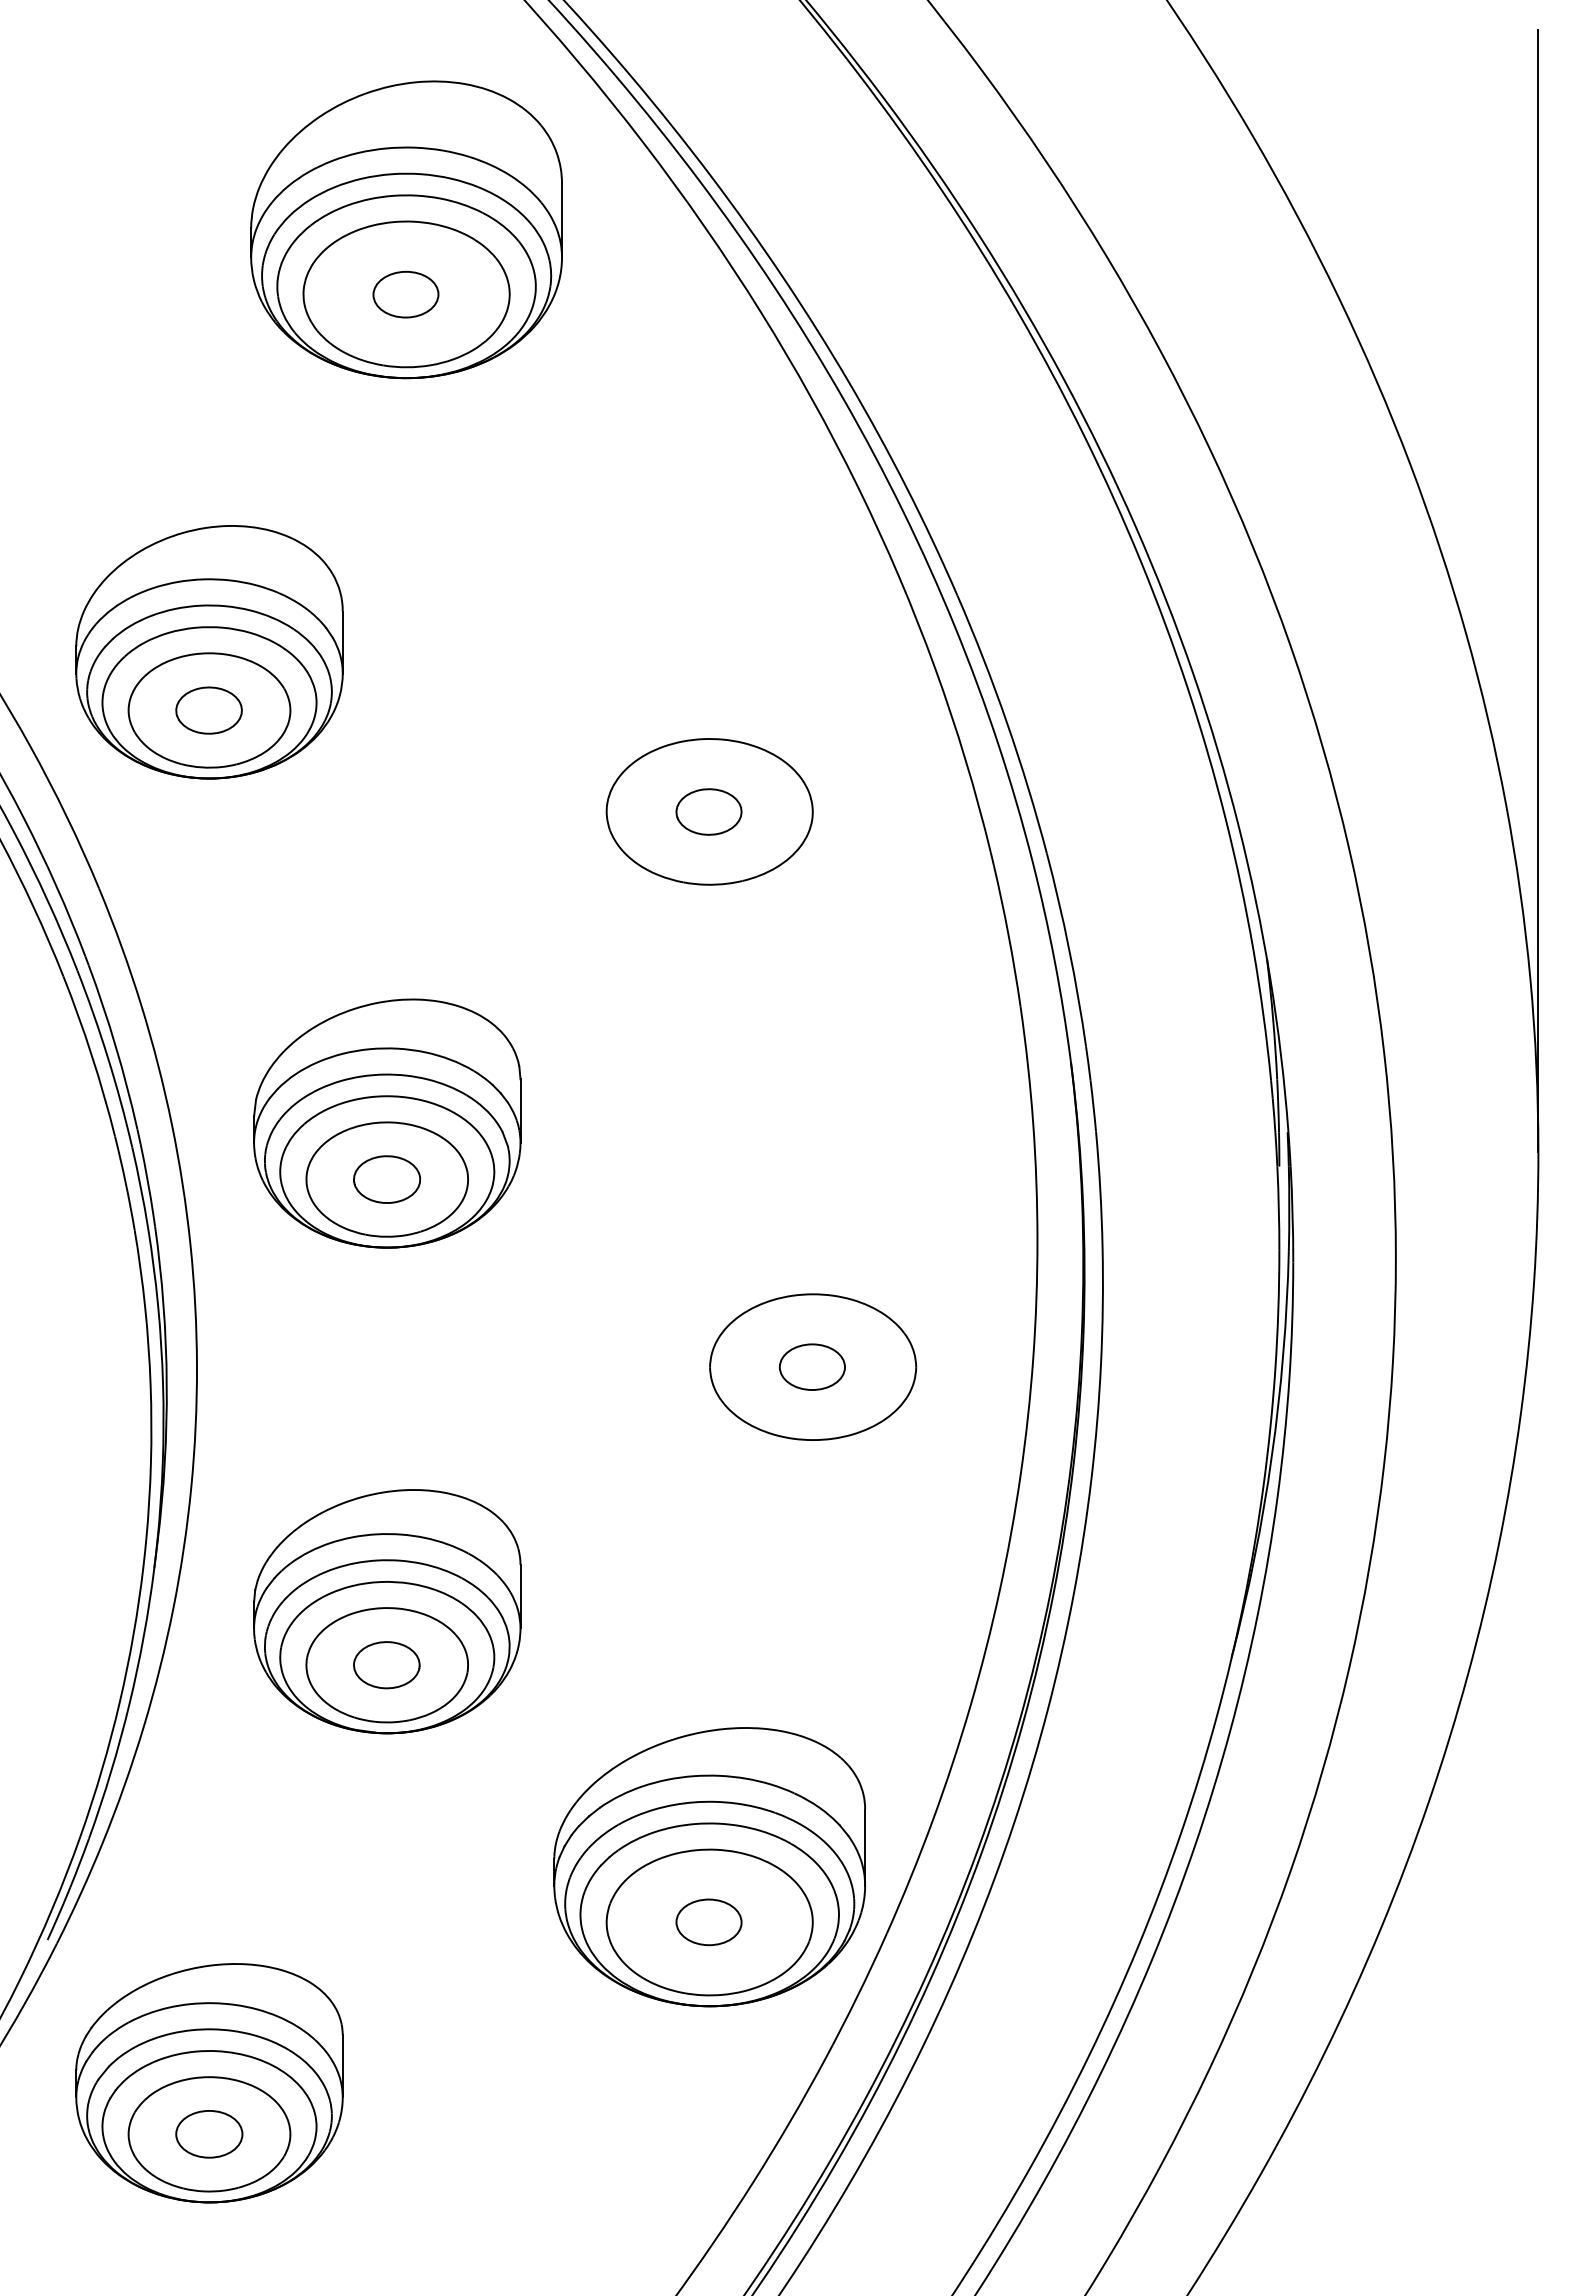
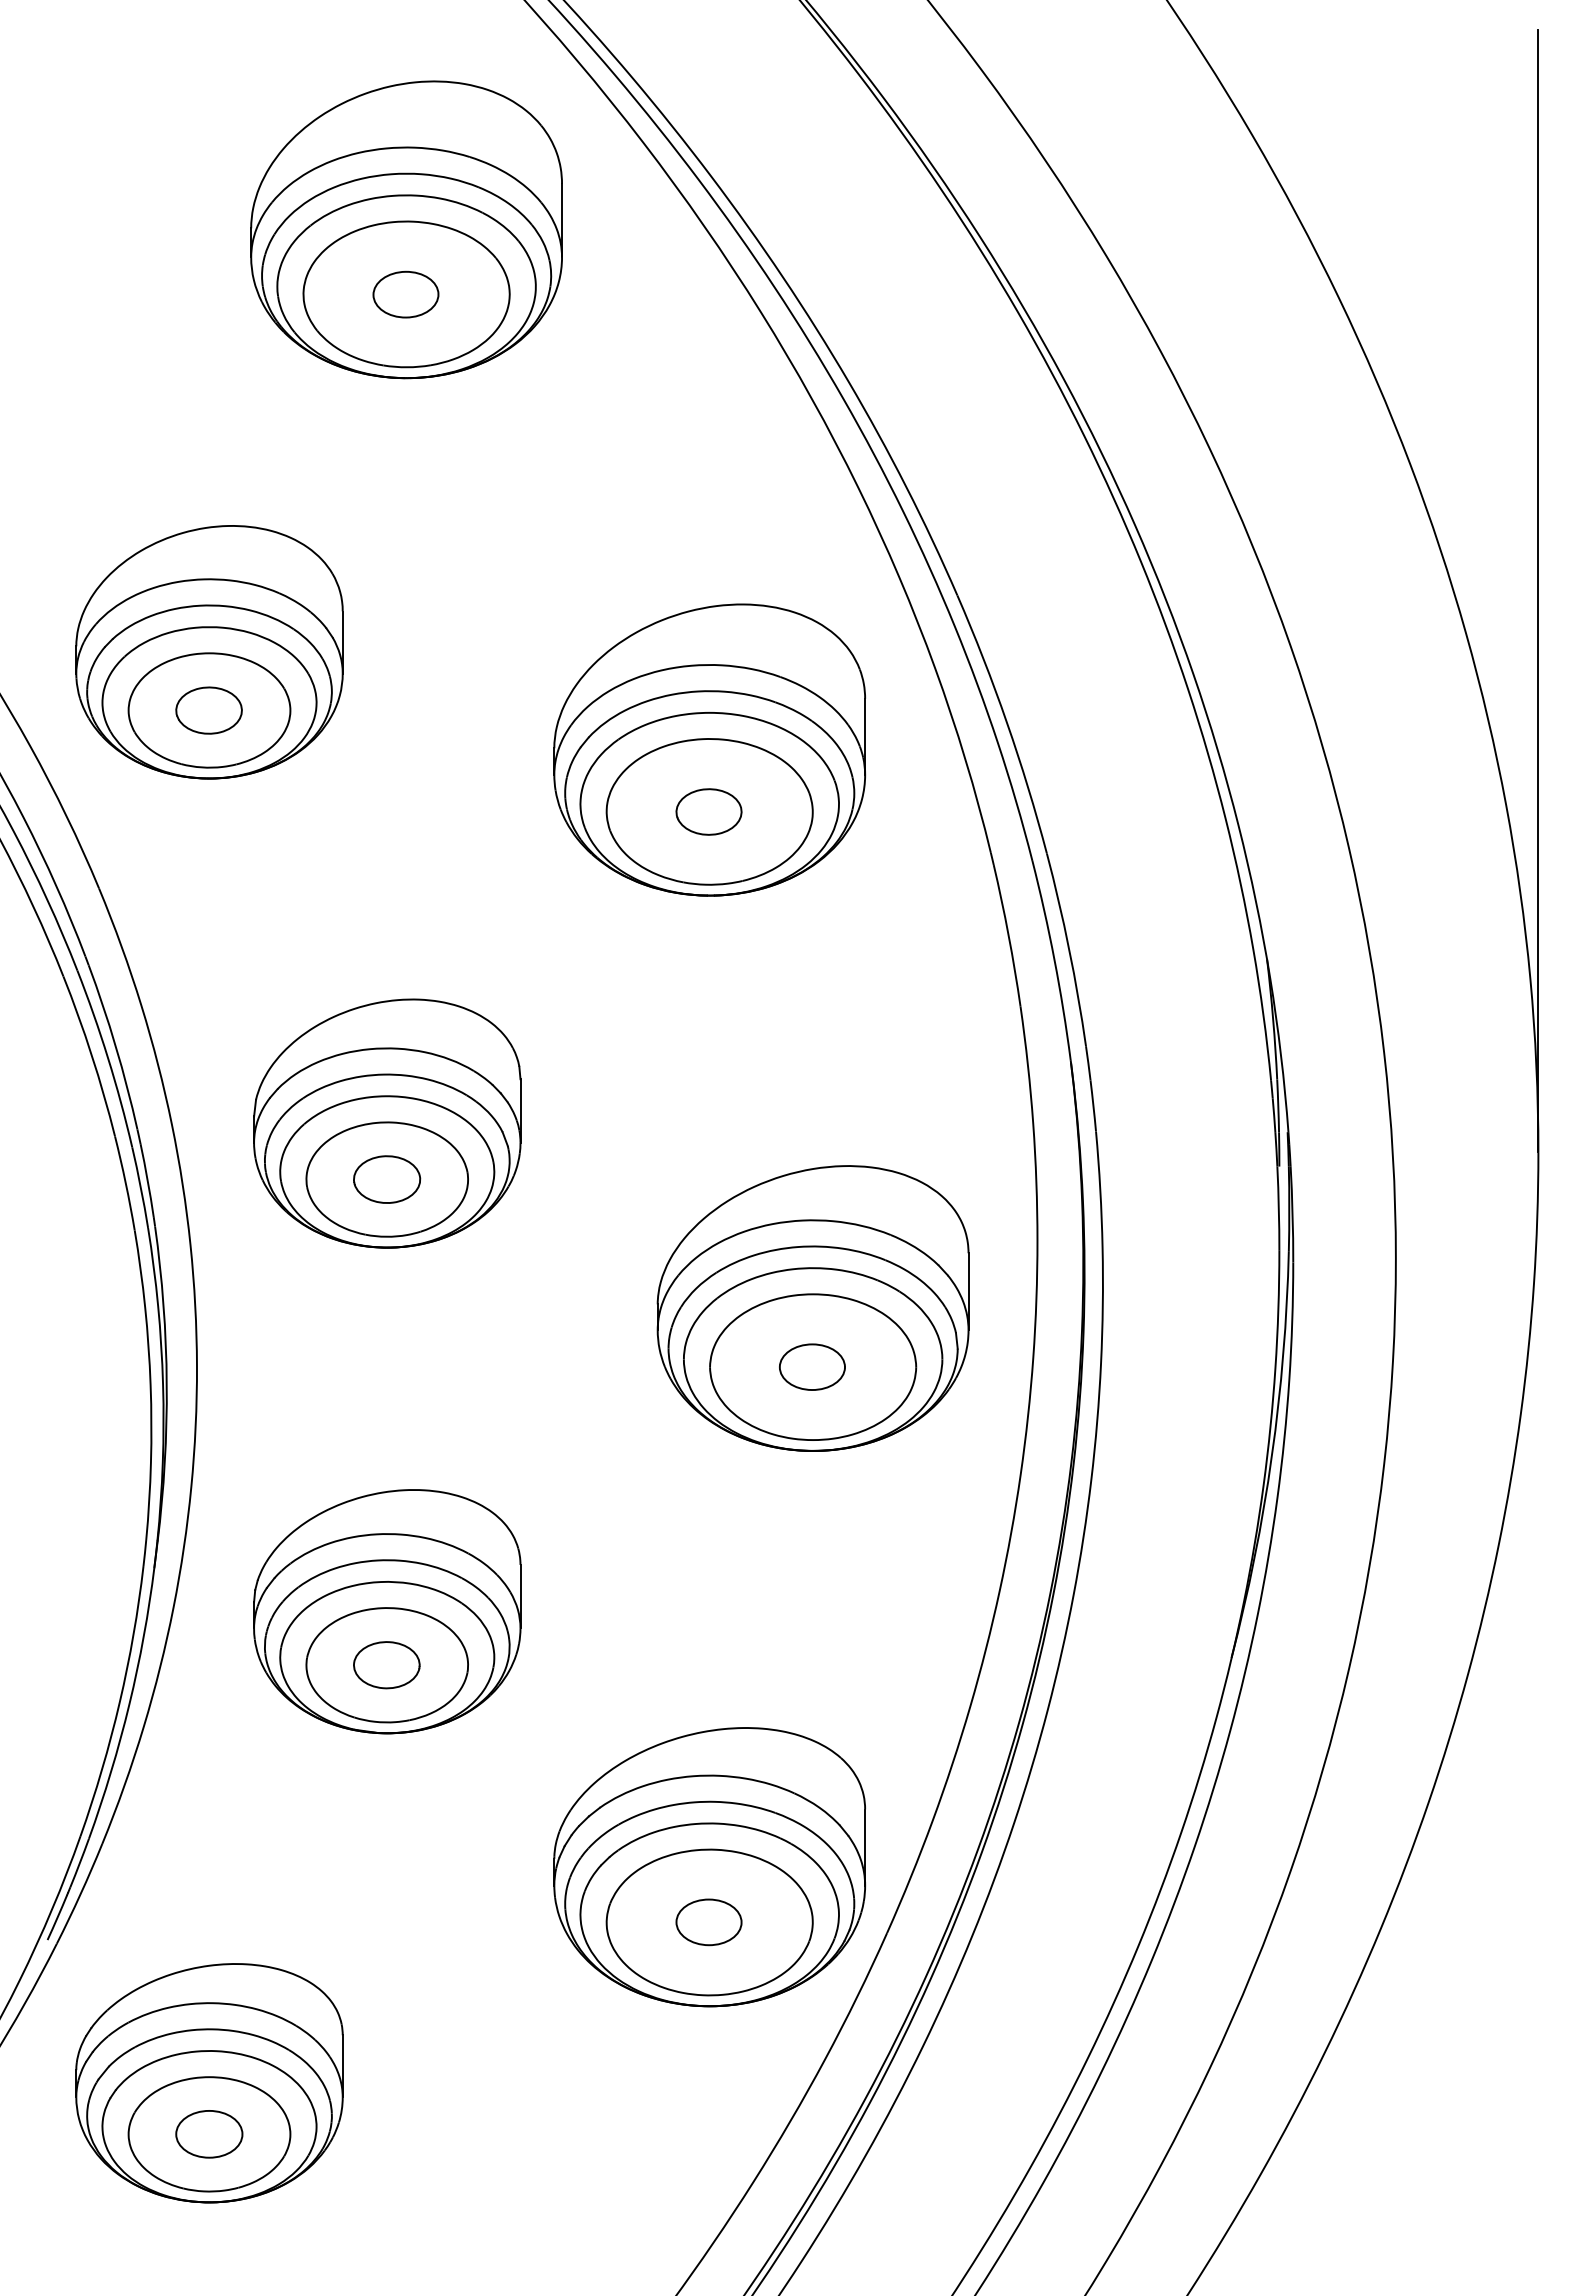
part at (709, 749): none -> present
part at (812, 1308): none -> present
